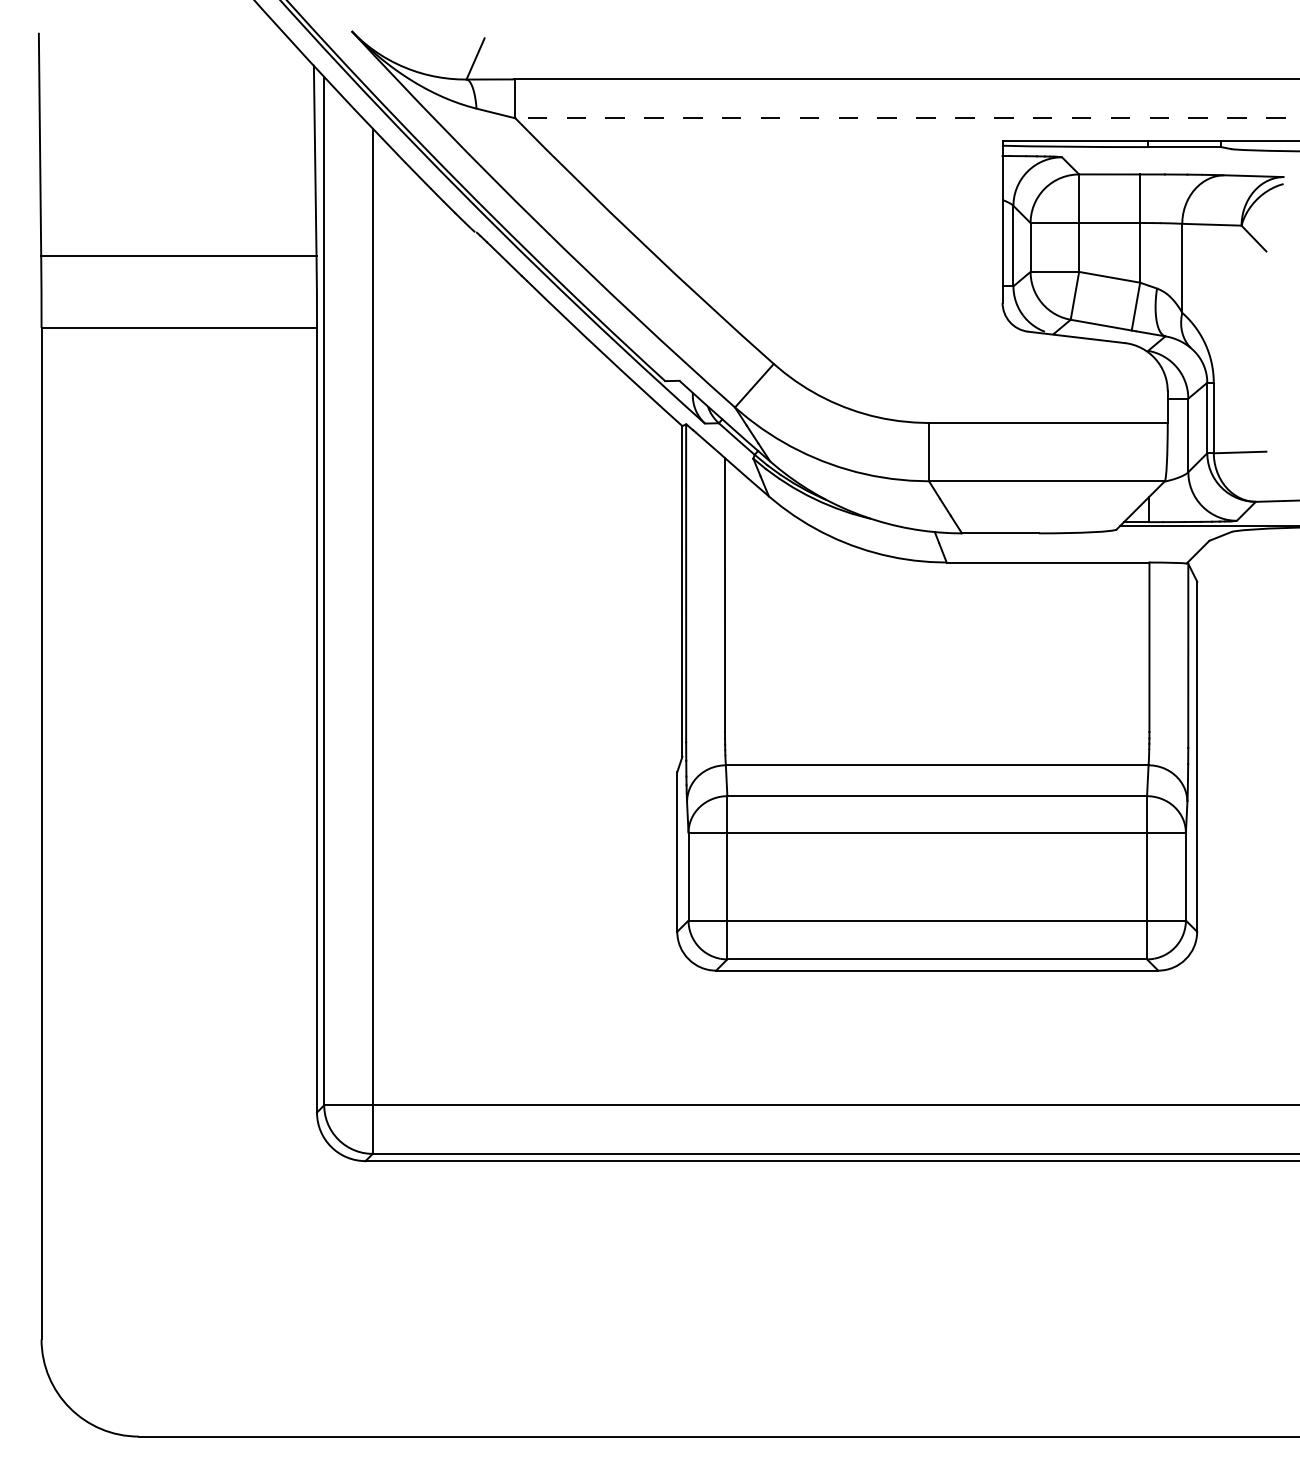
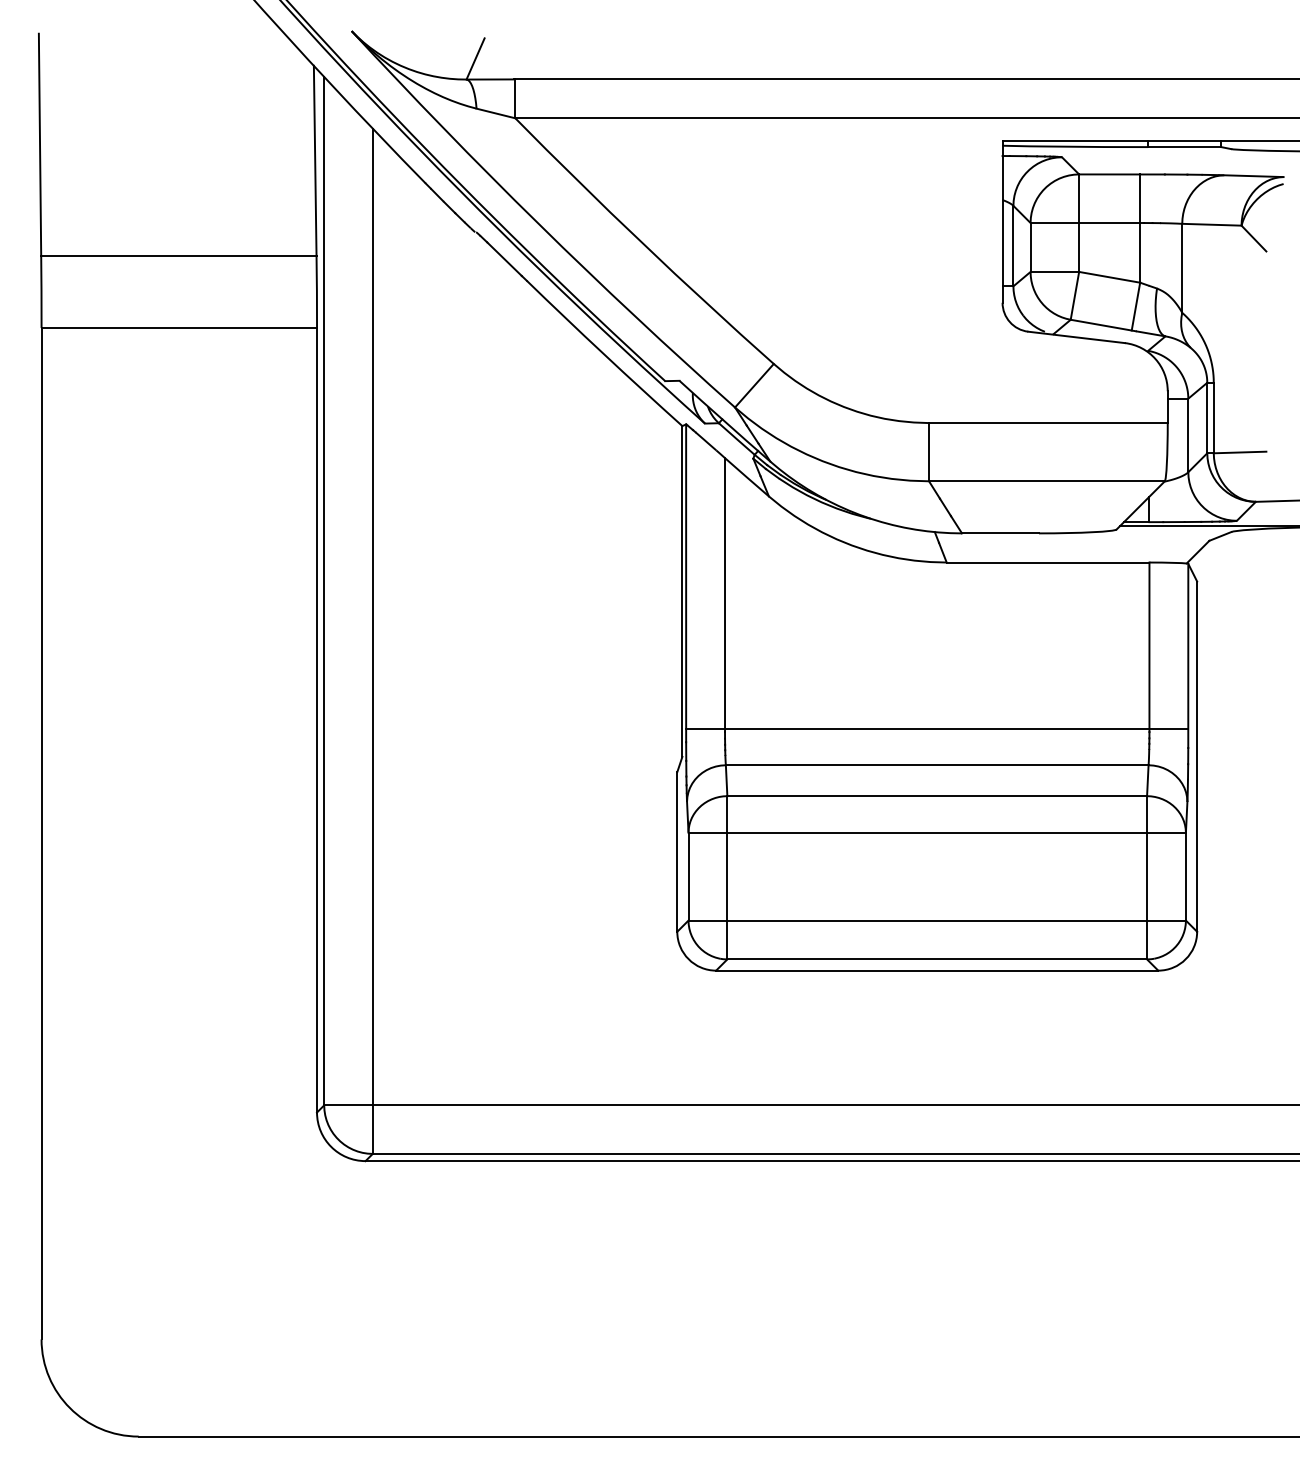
line at (907, 118): dashed -> solid
line at (937, 728): none -> present
